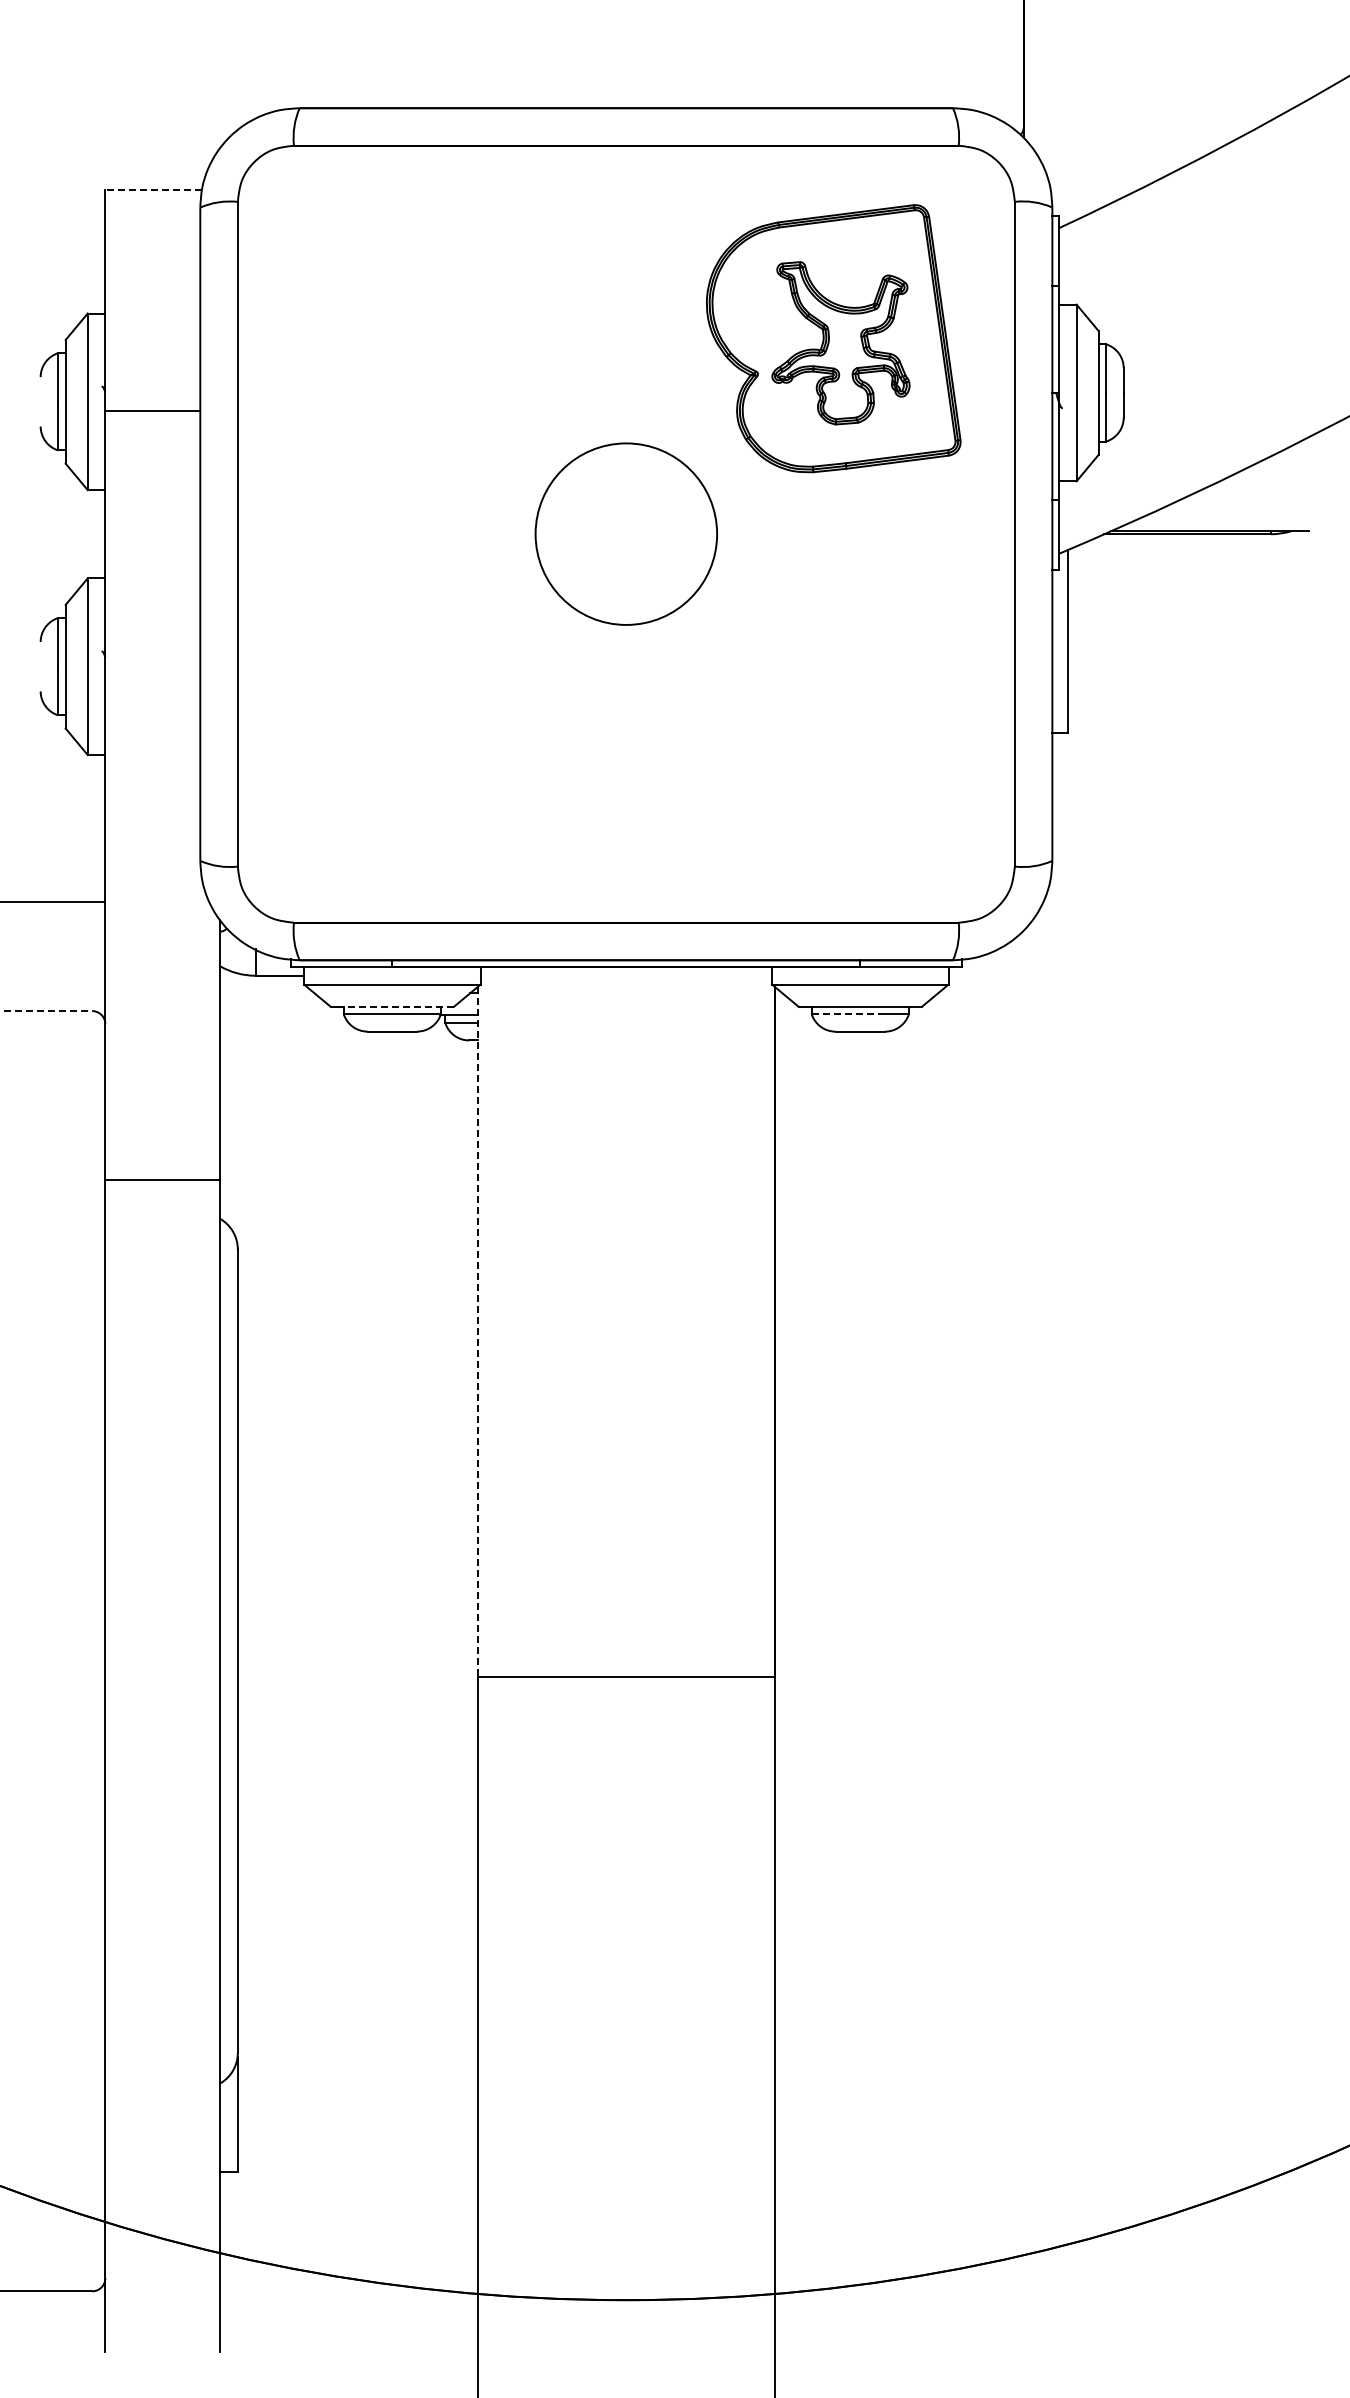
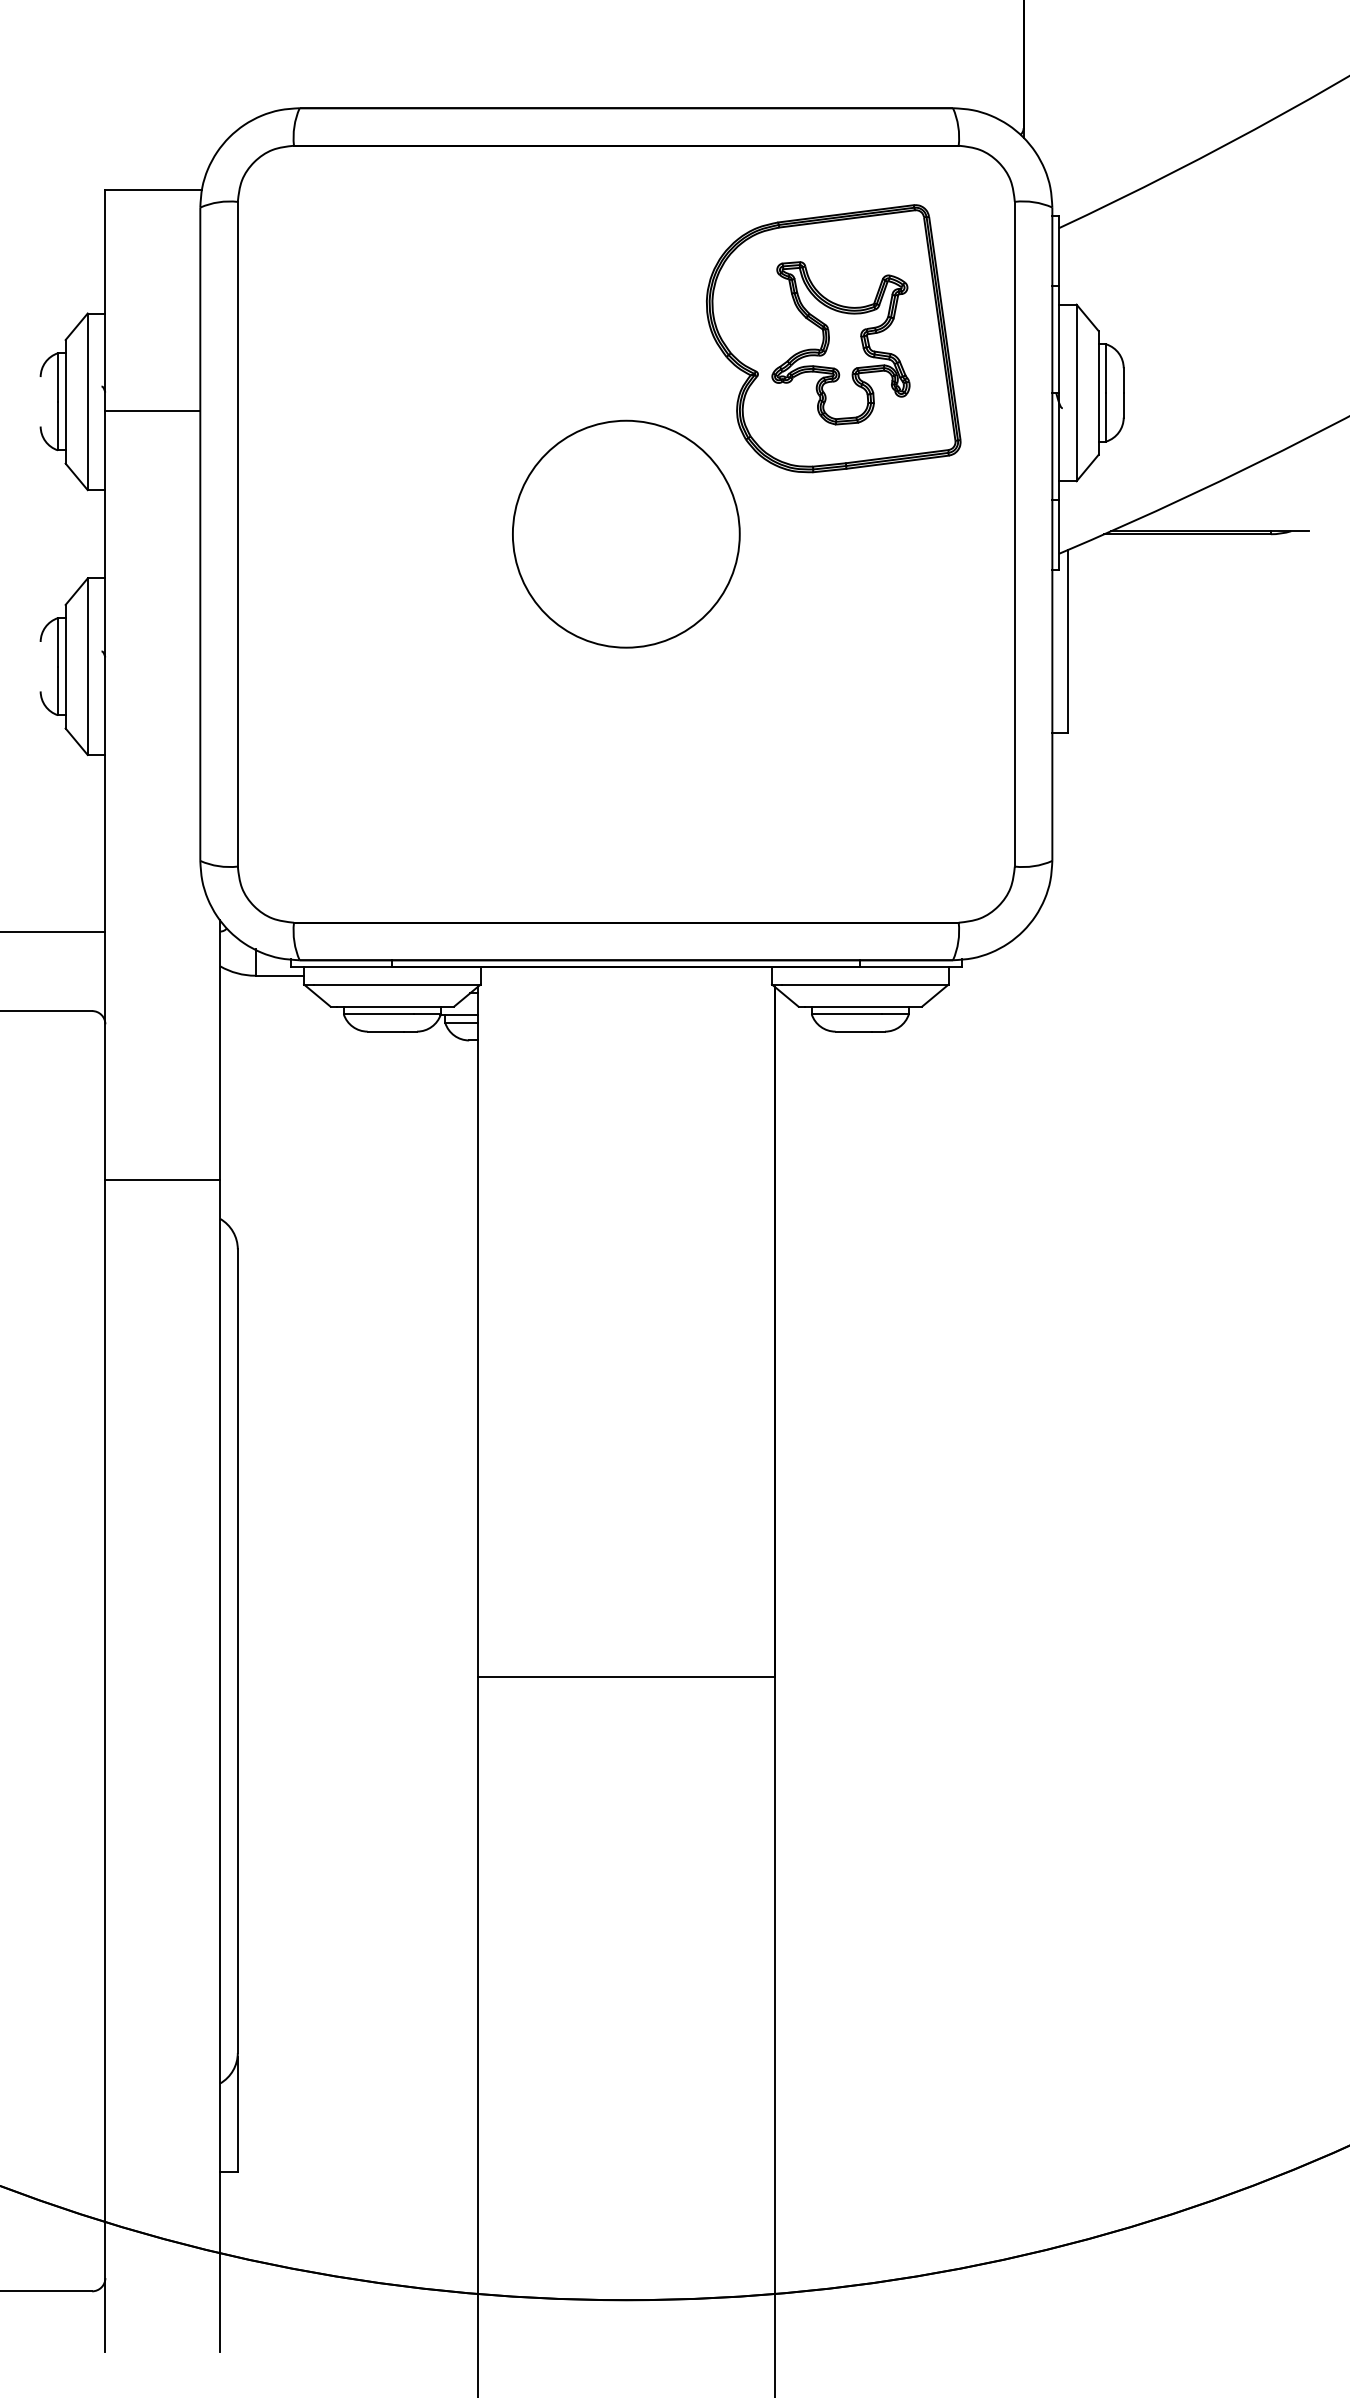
line at (153, 189): dashed -> solid
circle at (625, 533) size: 184x184 px -> 229x230 px
line at (53, 901) position: (53, 901) -> (53, 931)
line at (396, 1006): dashed -> solid
line at (46, 1011): dashed -> solid
line at (847, 1014): dashed -> solid
line at (477, 1332): dashed -> solid
